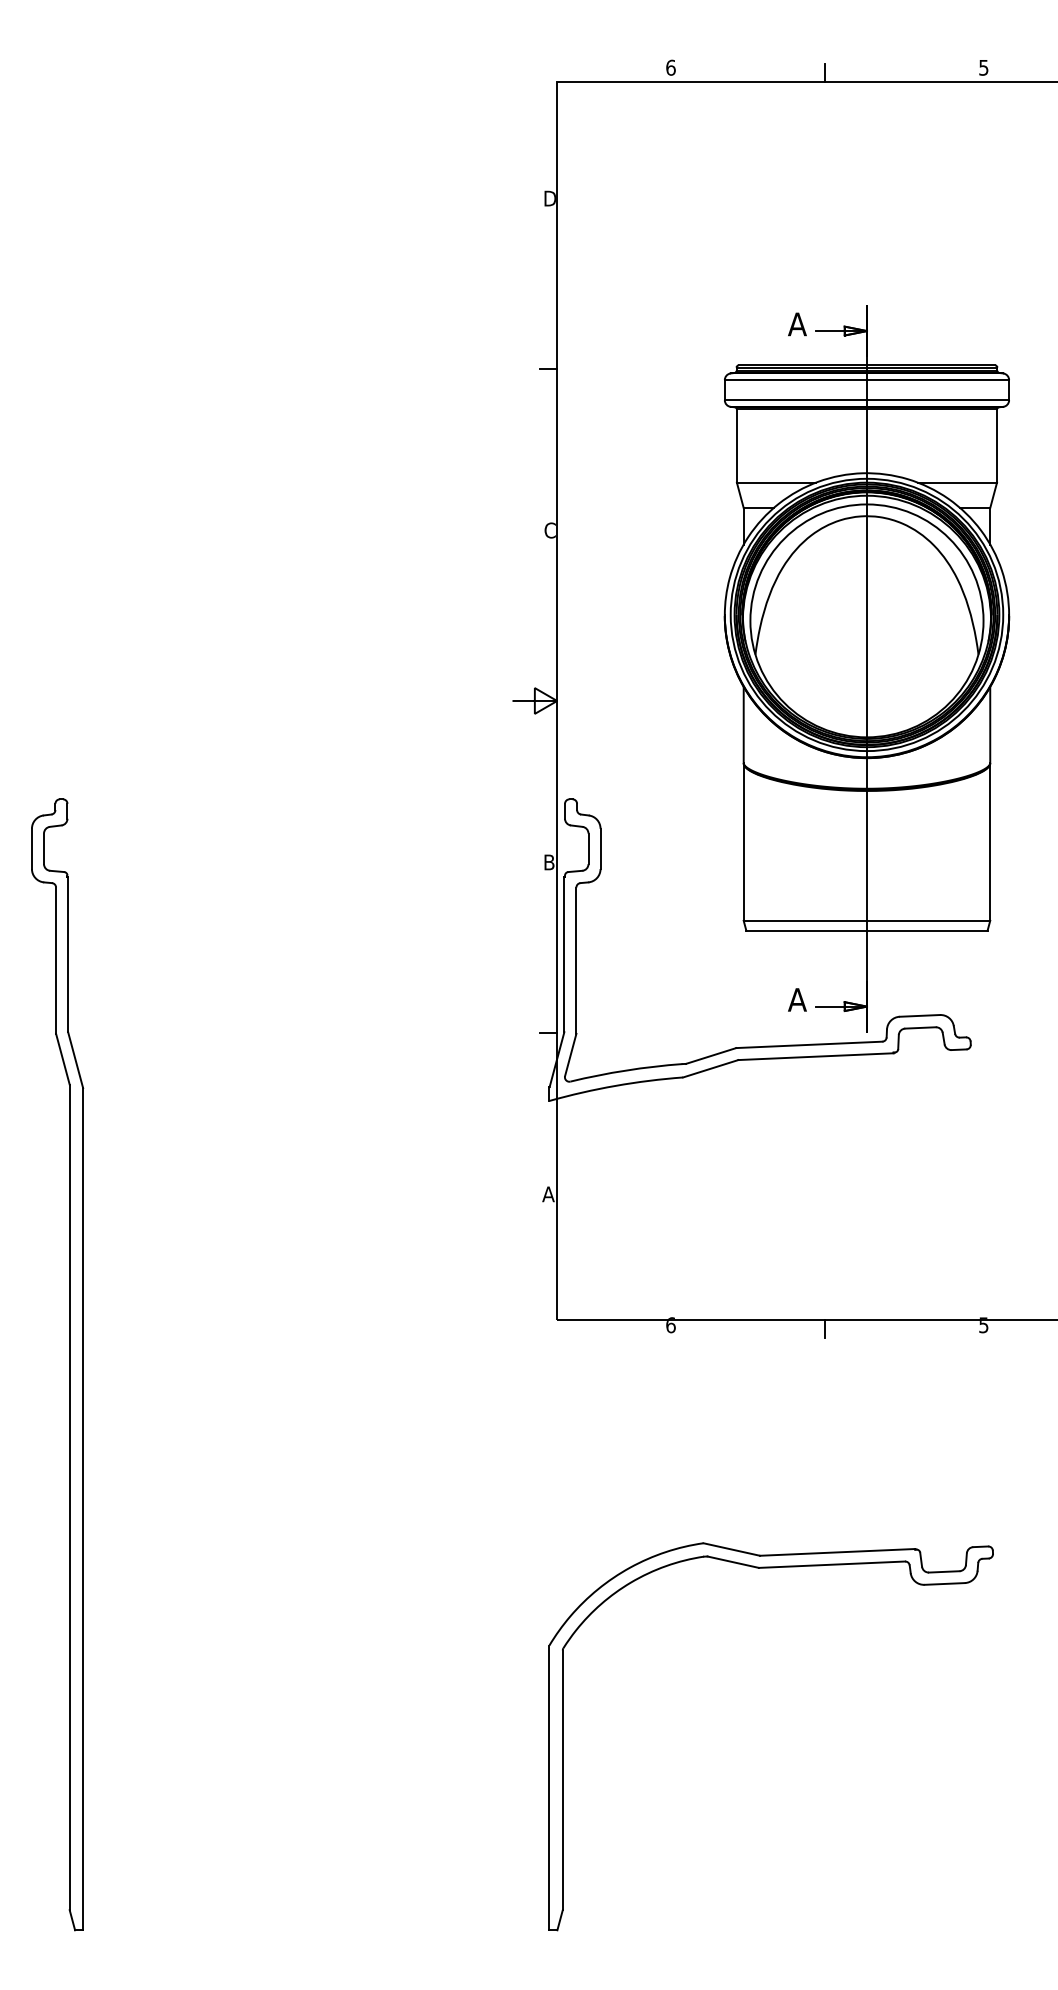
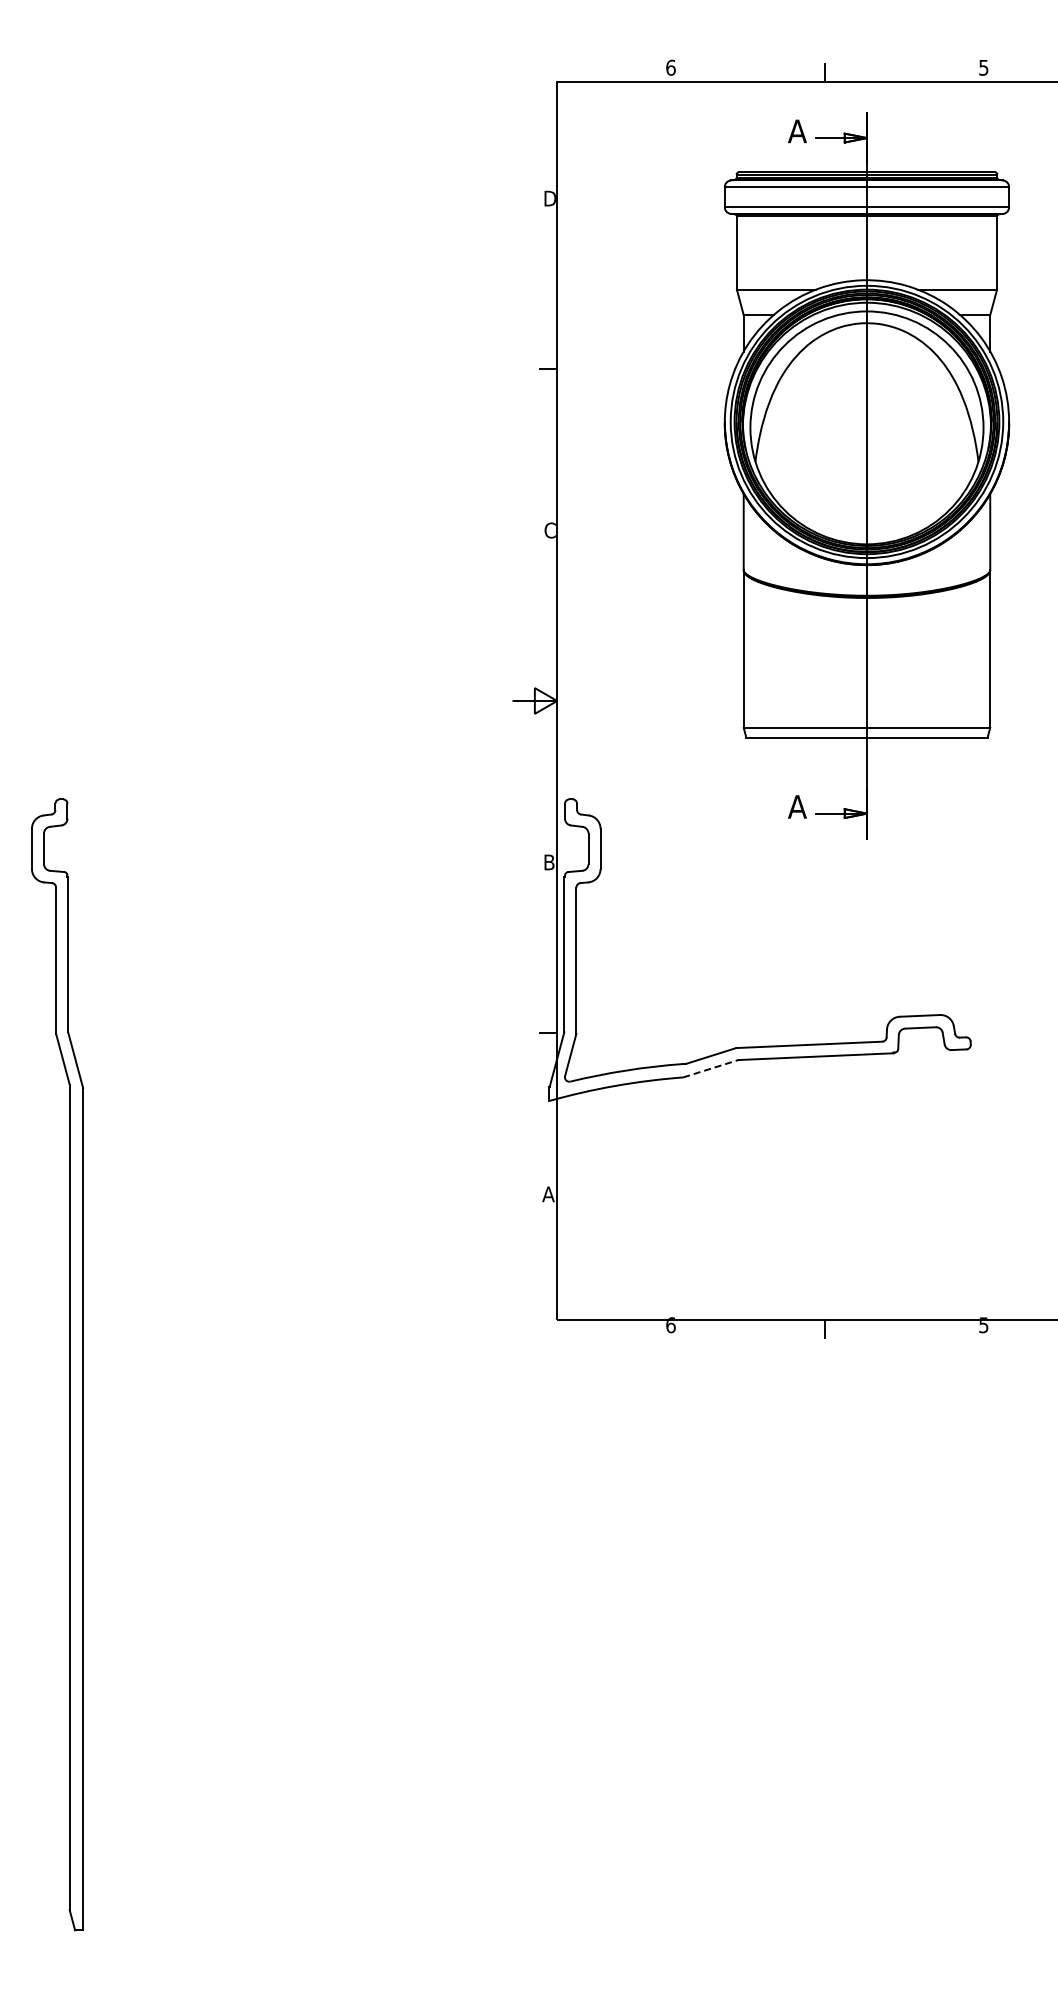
part at (866, 668) position: (866, 668) -> (866, 475)
line at (710, 1068): solid -> dashed
part at (770, 1568): present -> none
